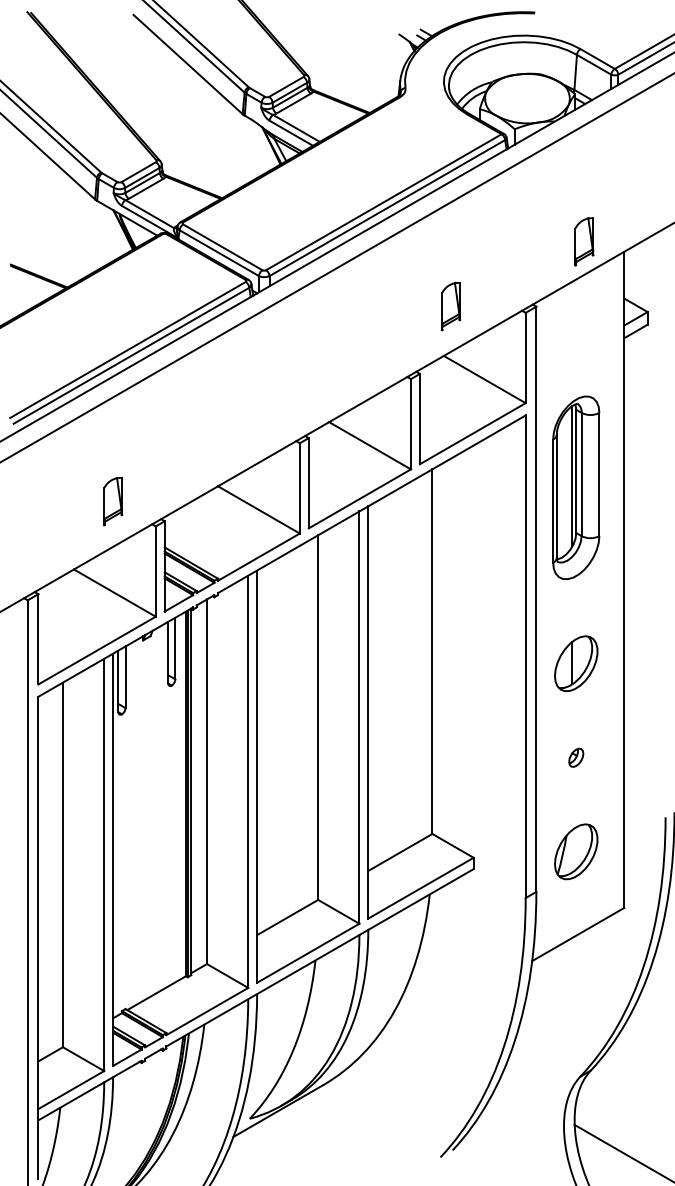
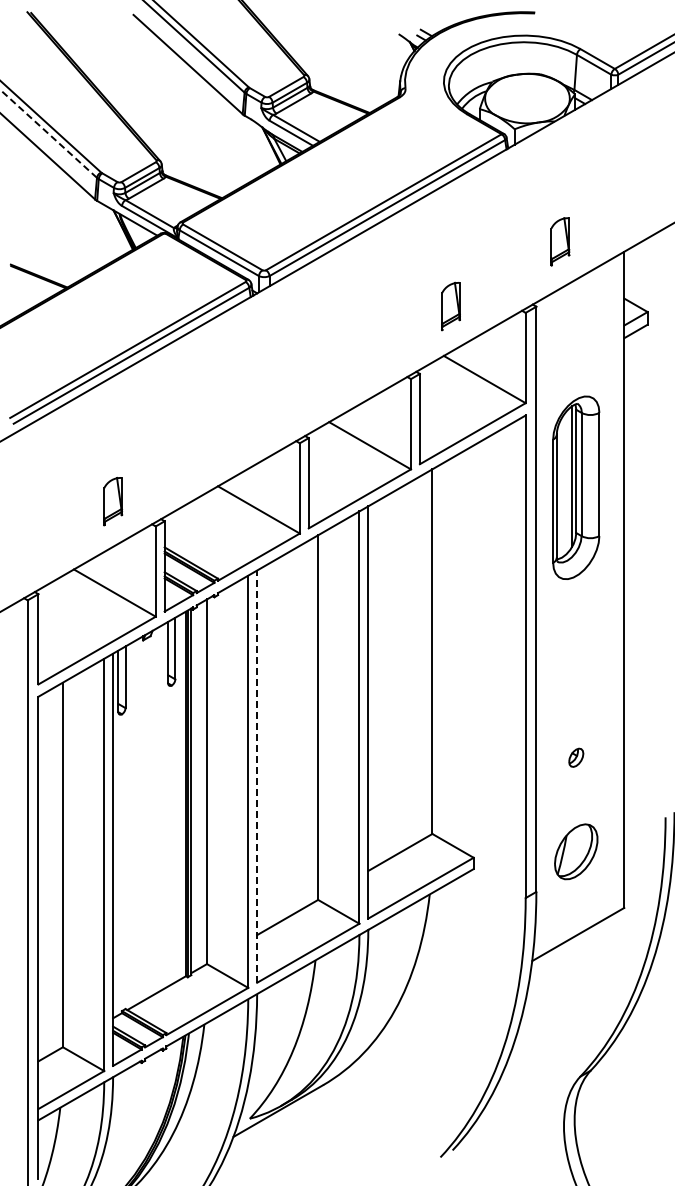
line at (48, 133): solid -> dashed
part at (584, 241) position: (584, 241) -> (560, 241)
line at (336, 267): present -> none
part at (576, 663): present -> none
line at (257, 776): solid -> dashed
line at (622, 1152): present -> none
